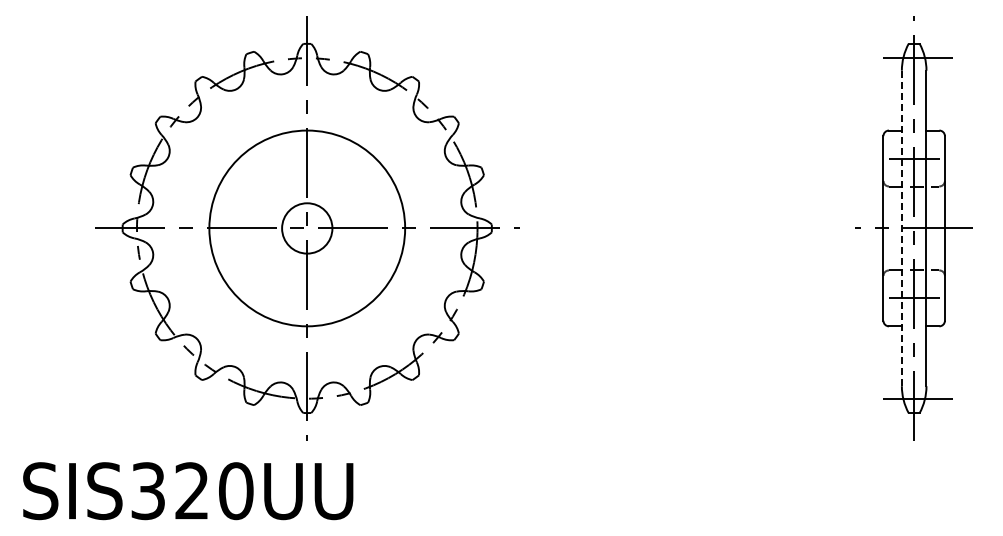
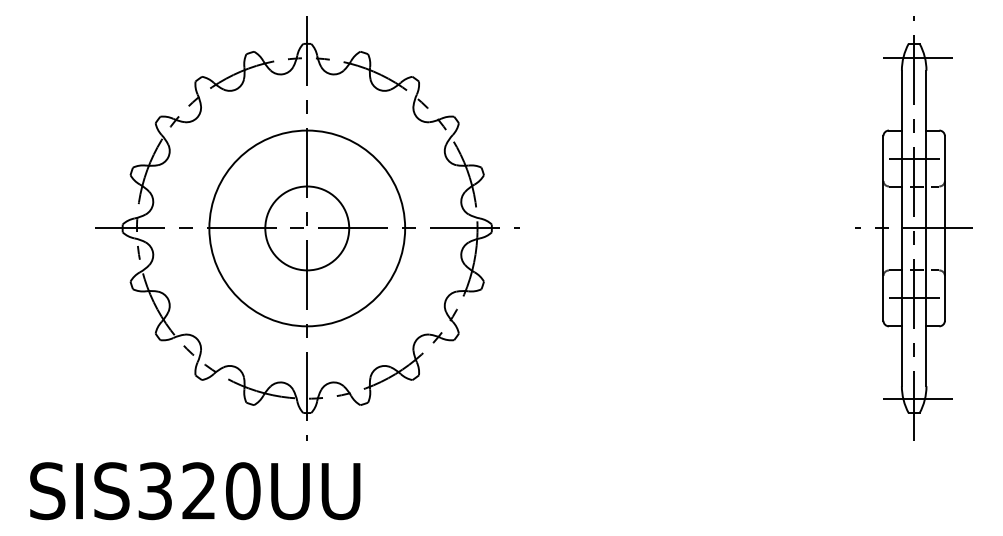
circle at (307, 228) diameter: 50 px -> 84 px
line at (901, 228): dashed -> solid
text at (188, 491) position: (188, 491) -> (195, 491)
